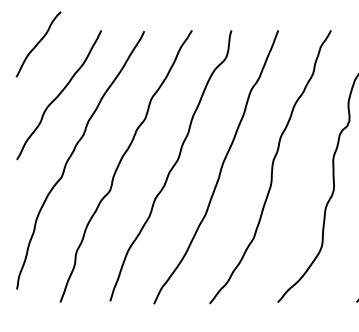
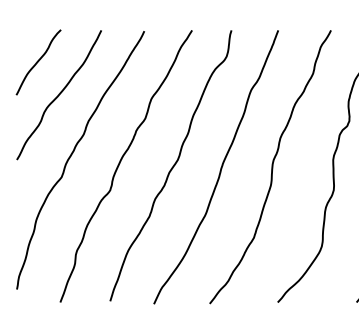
curve at (38, 44) position: (38, 44) -> (38, 62)
